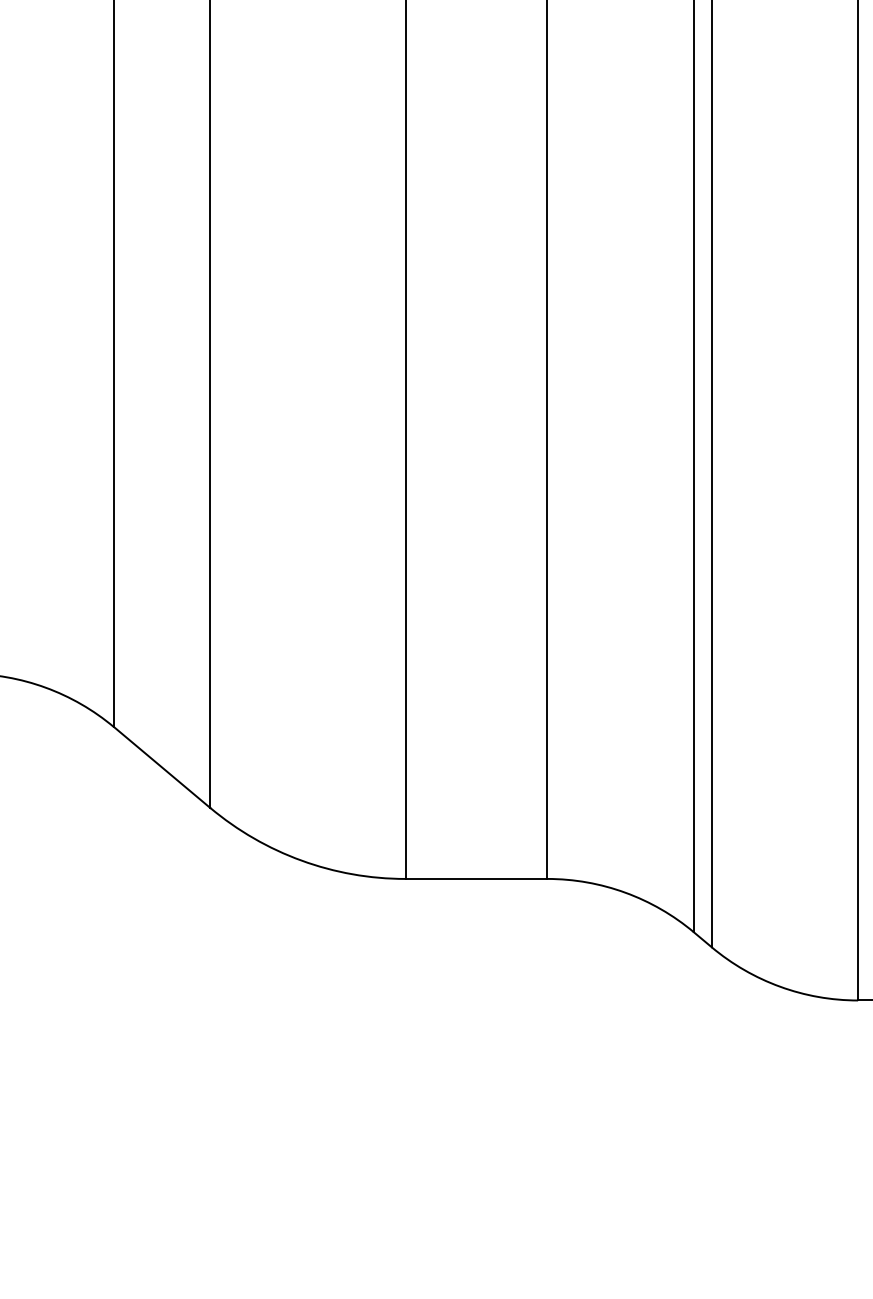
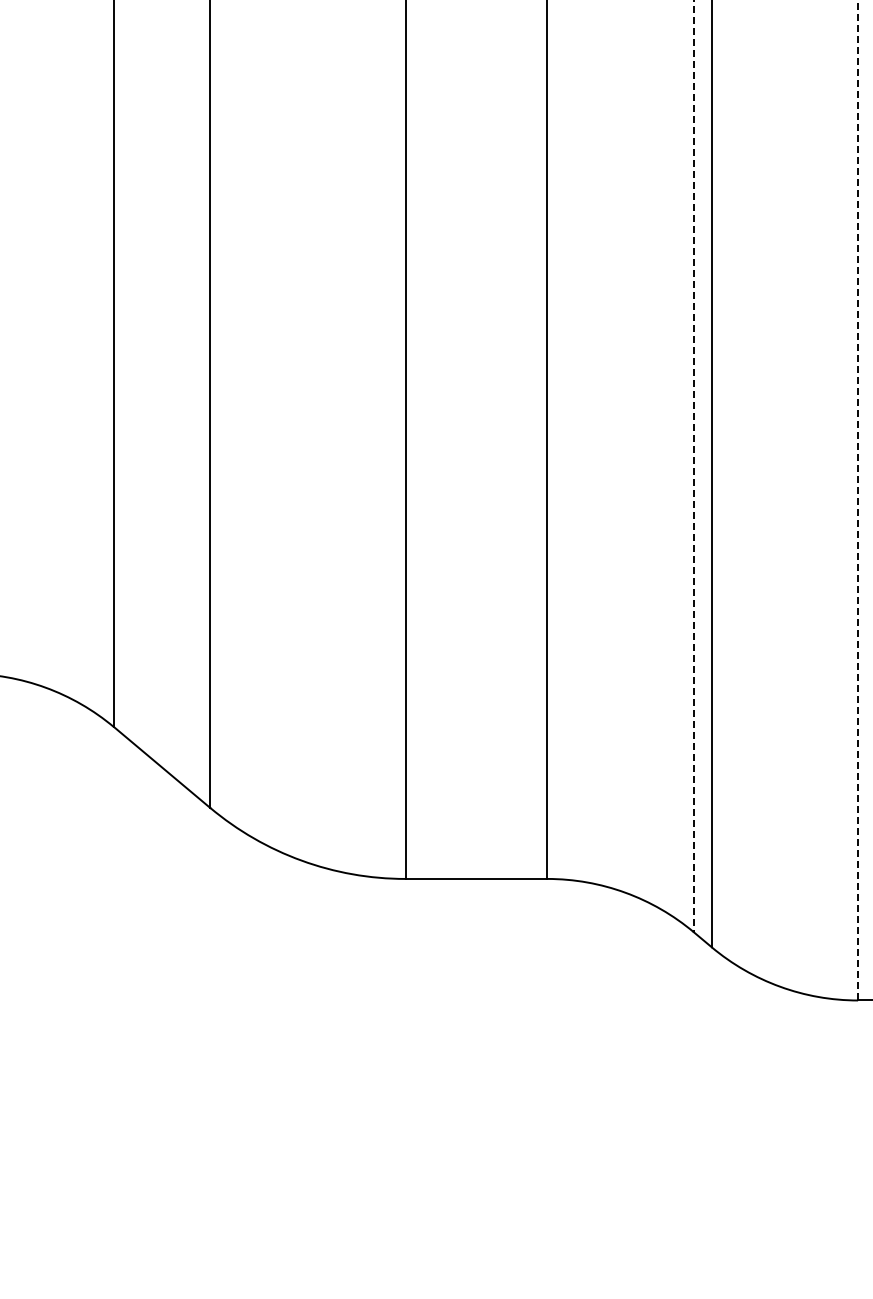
line at (693, 466): solid -> dashed
line at (858, 500): solid -> dashed
